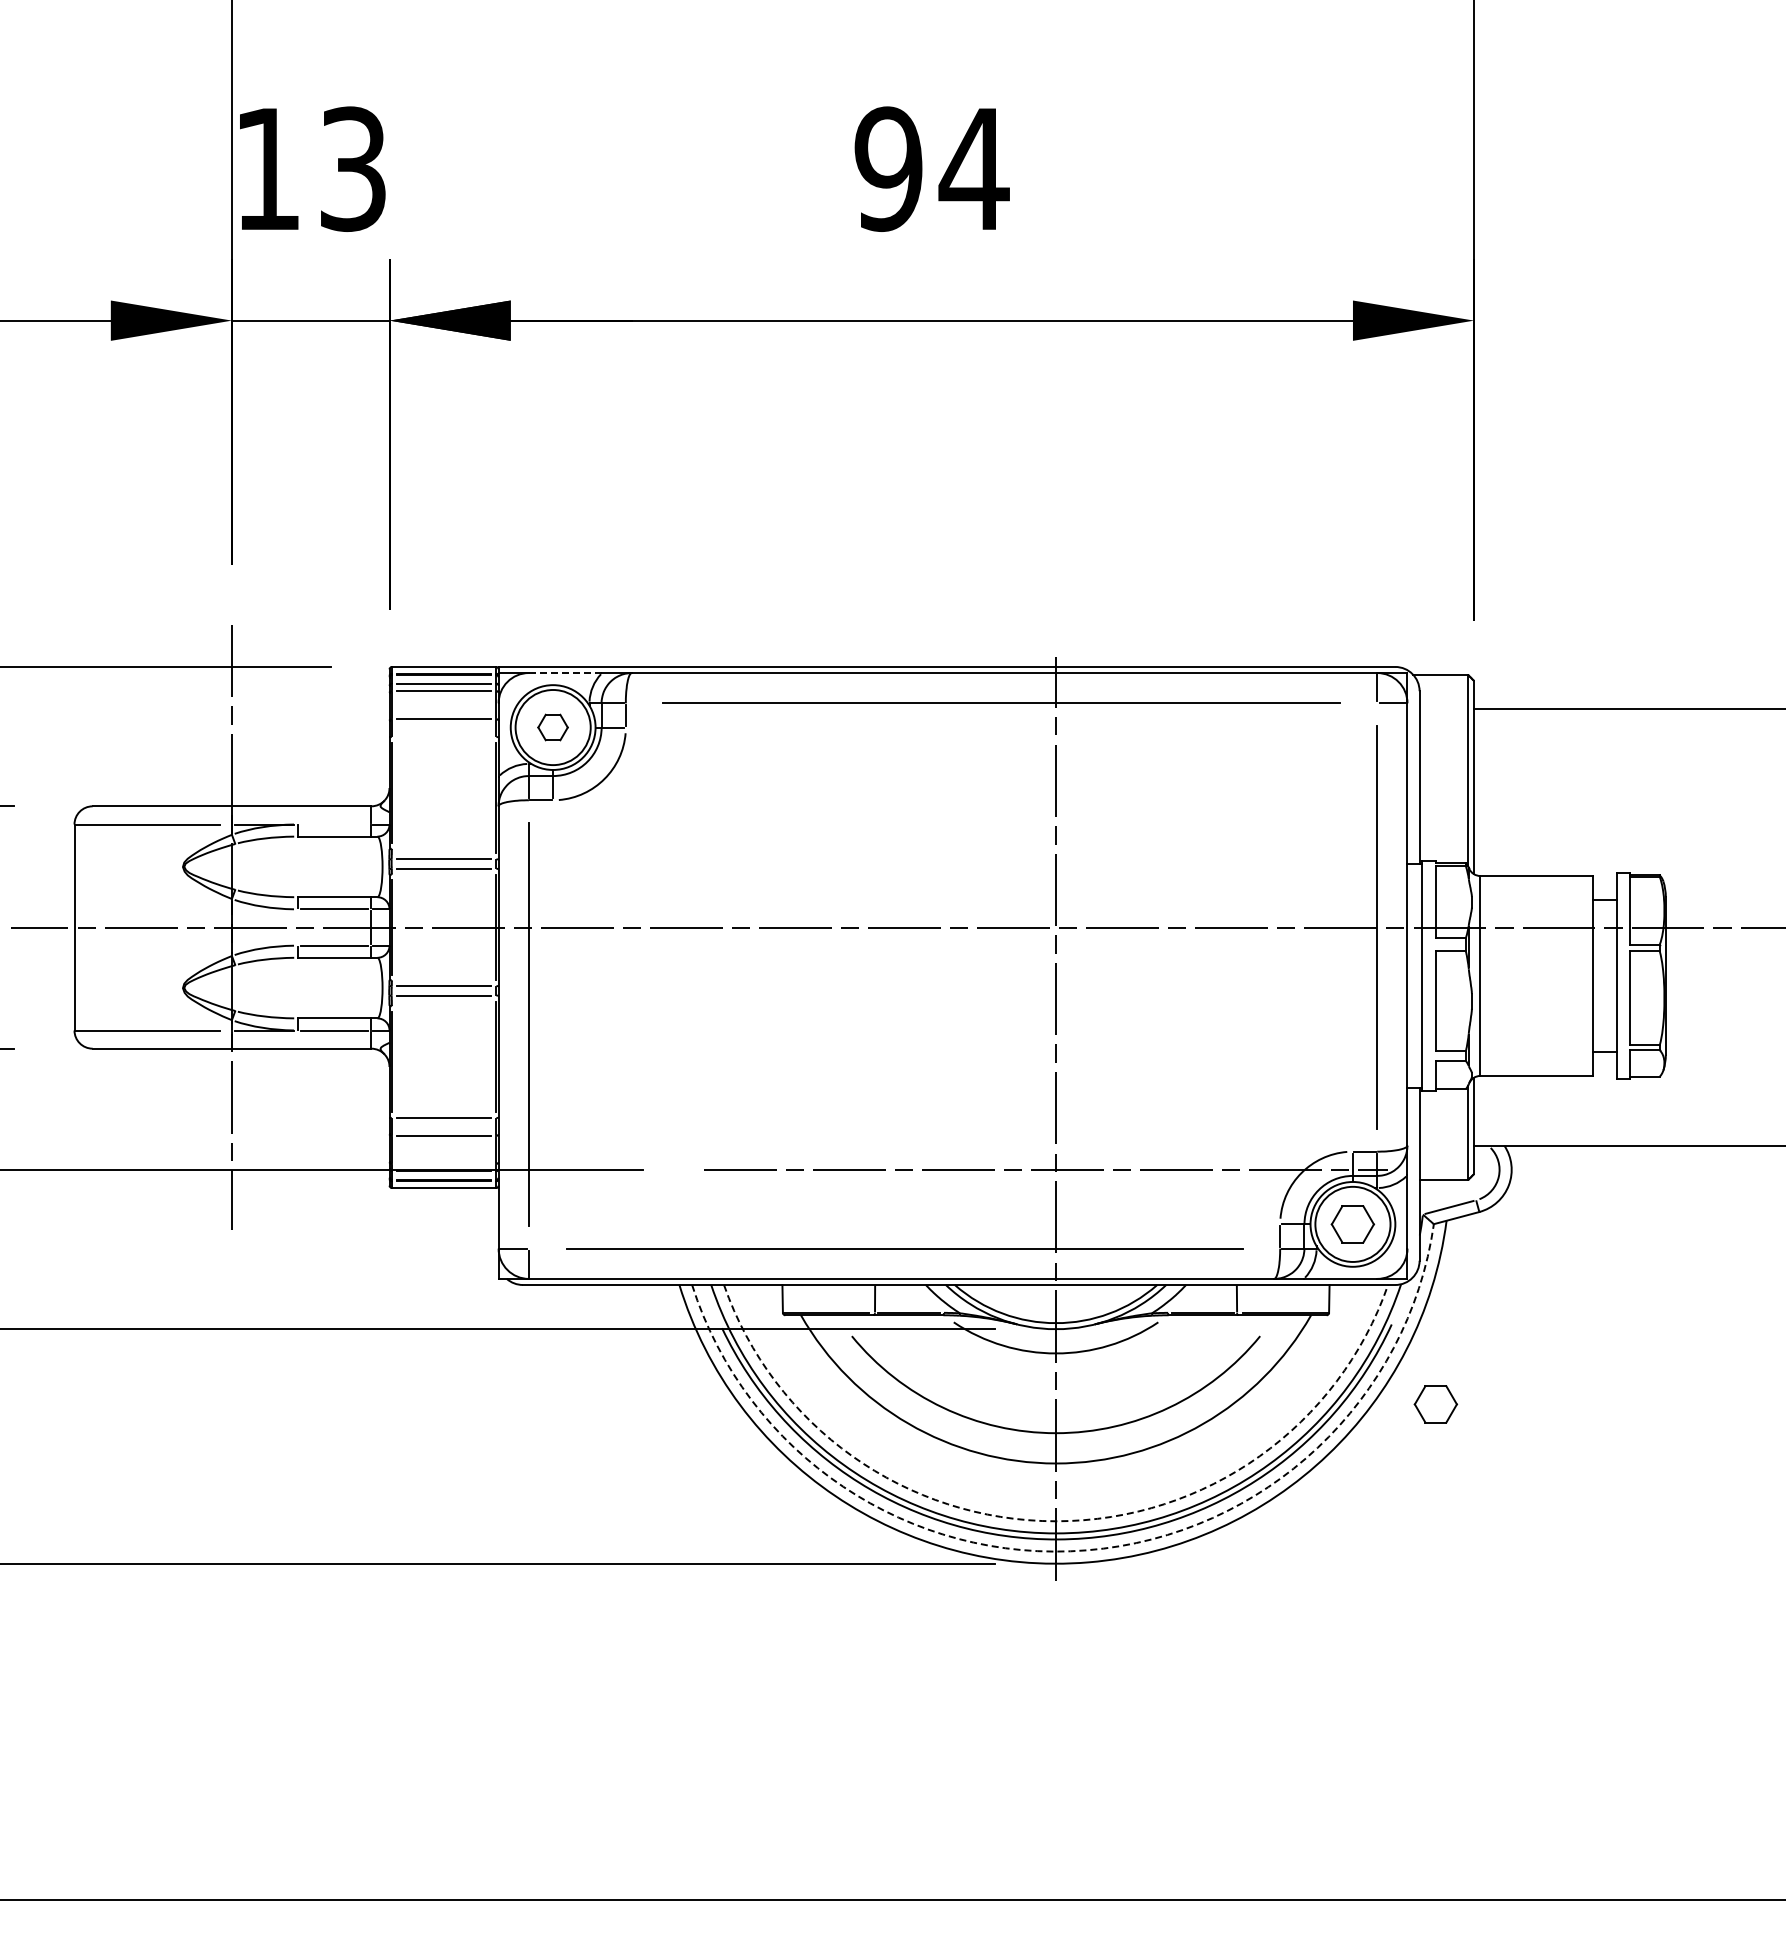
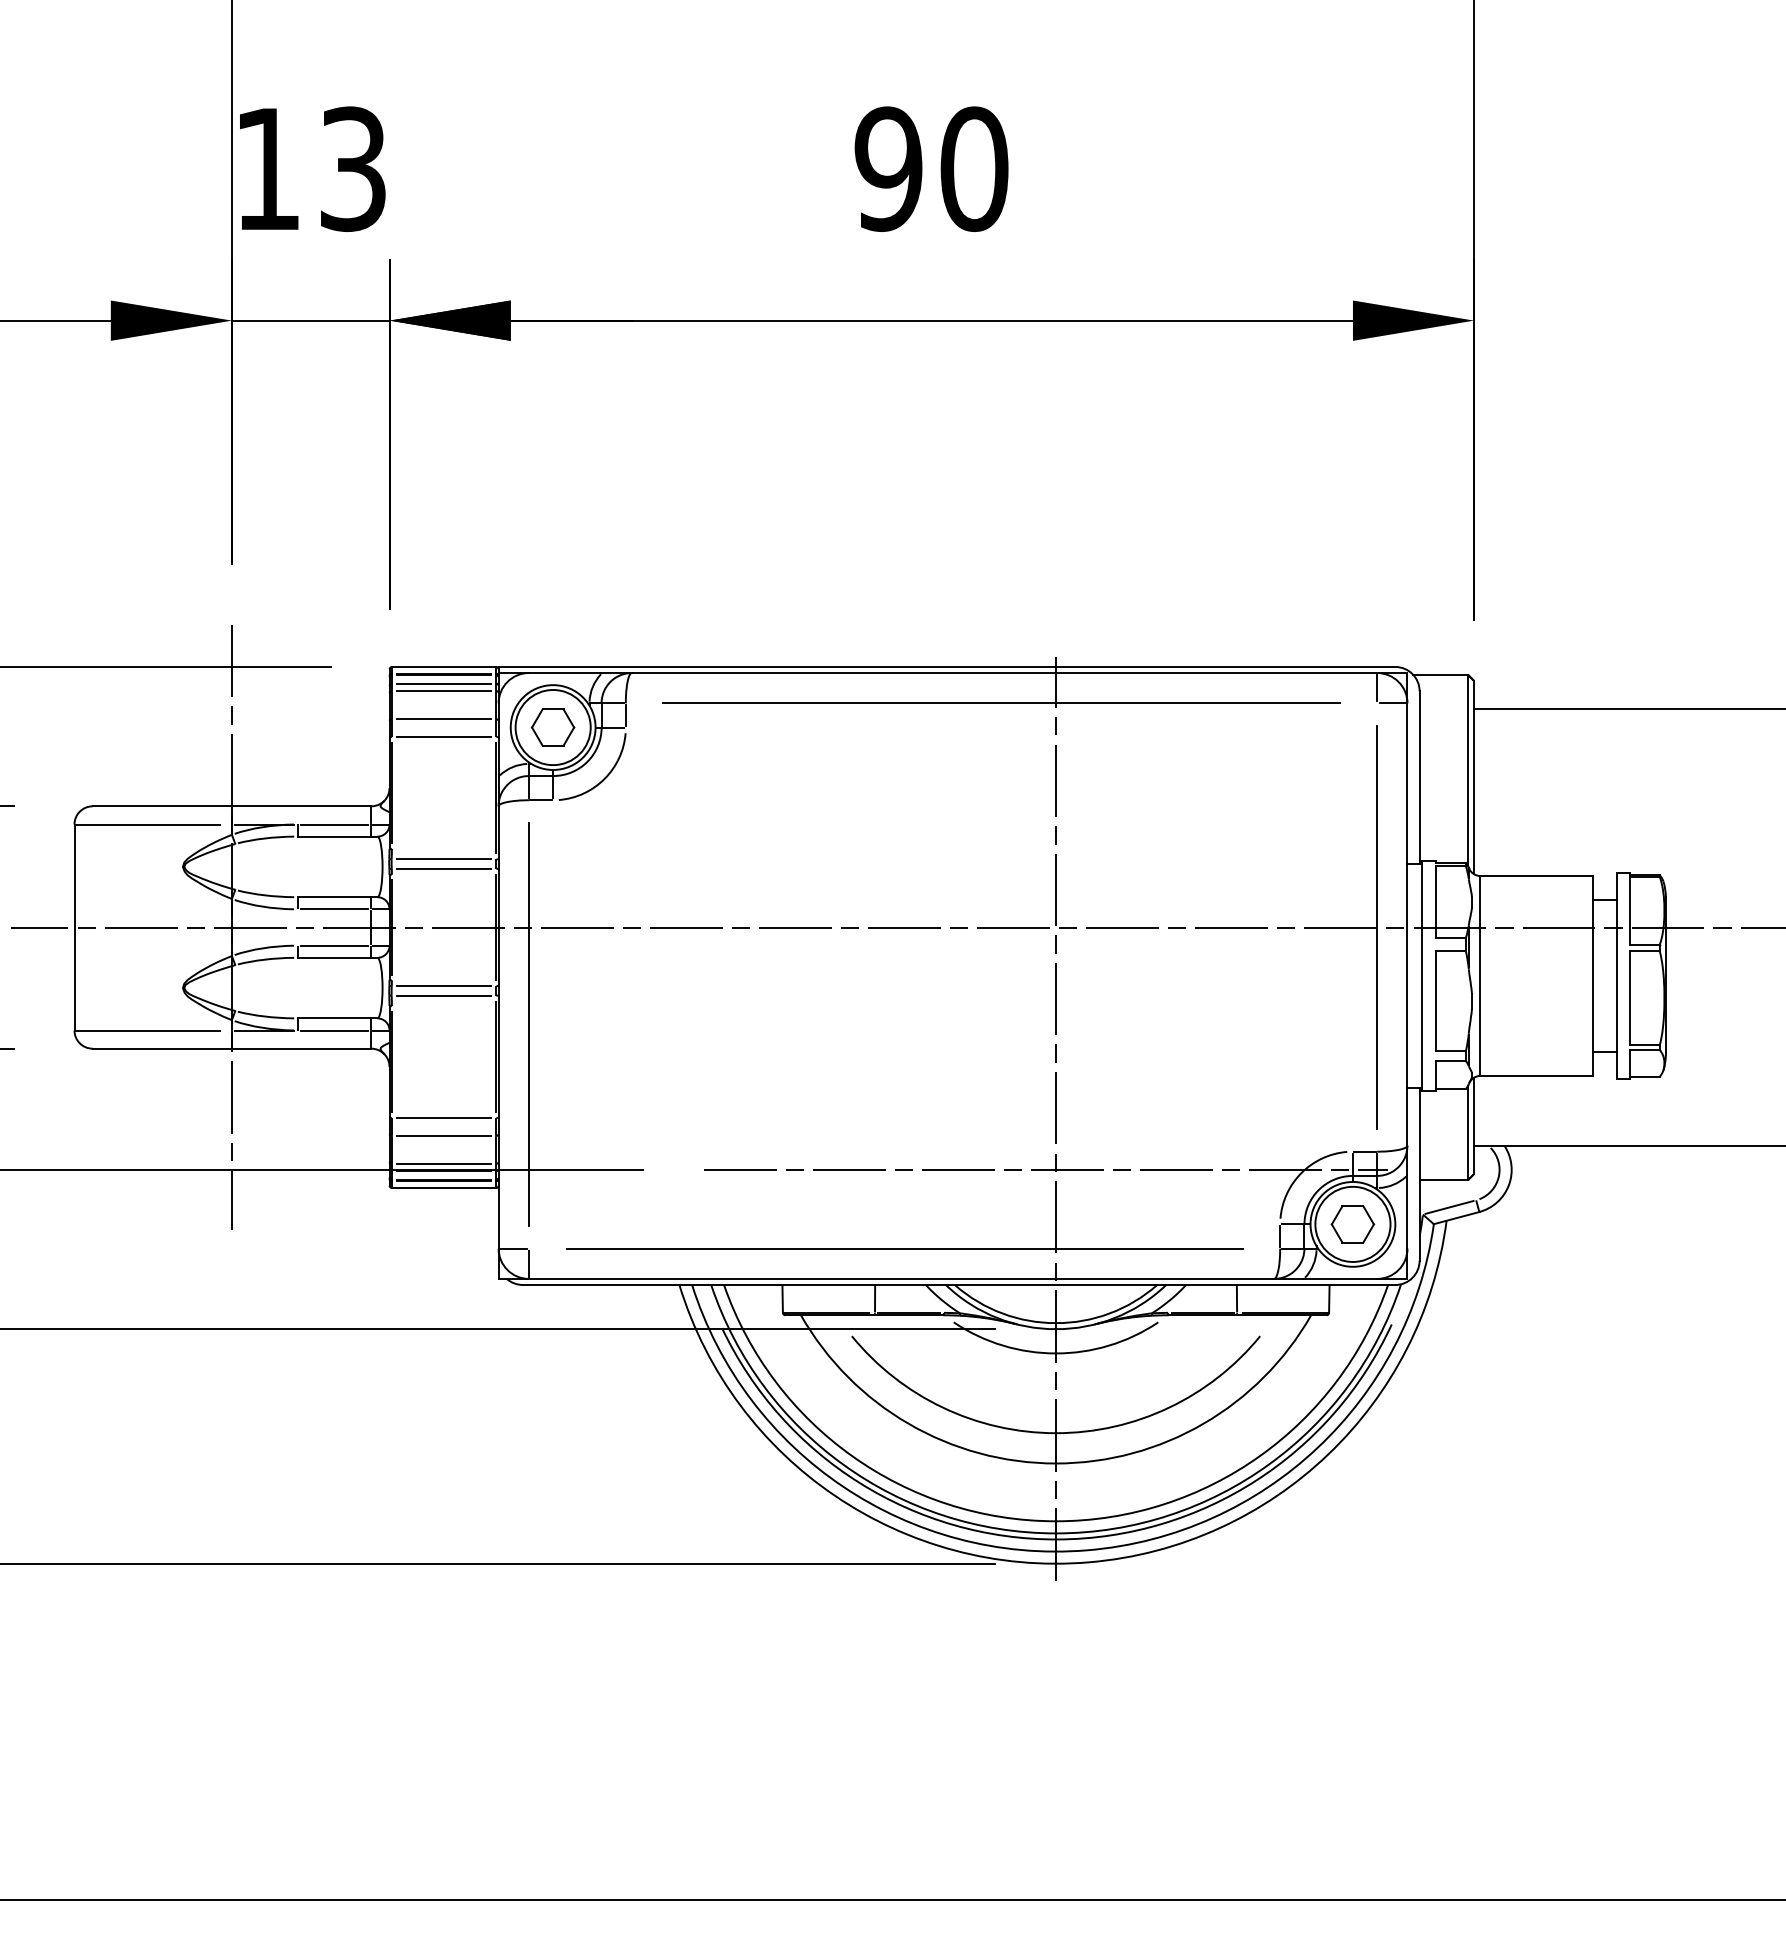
text at (973, 168): 94 -> 90
line at (565, 673): dashed -> solid
part at (552, 727) size: 32x29 px -> 46x39 px
line at (444, 737): none -> present
line at (334, 824): none -> present
line at (444, 1163): none -> present
part at (1435, 1404): present -> none
arc at (1056, 1521): dashed -> solid
arc at (1087, 1550): dashed -> solid
